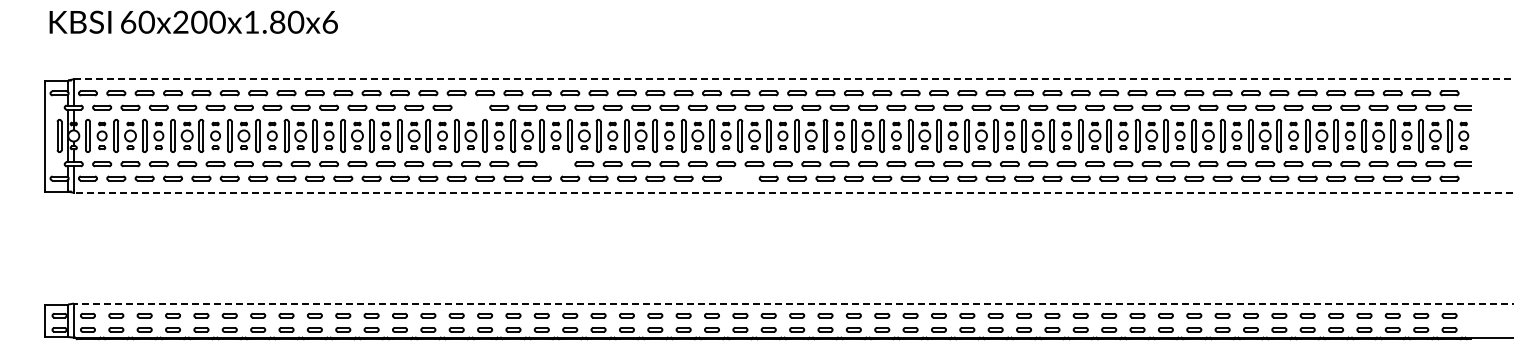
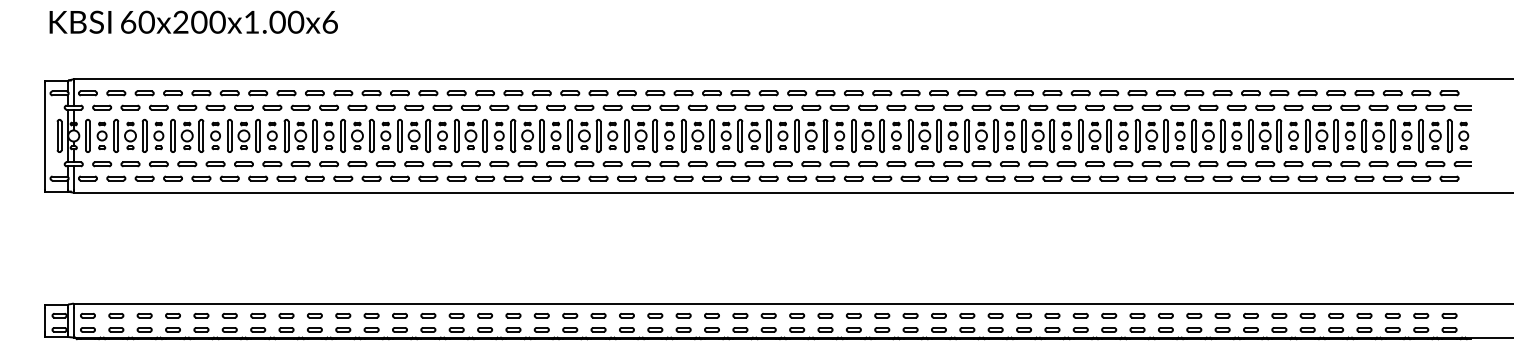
text at (277, 22): 60x200x1.80x6 -> 60x200x1.00x6
line at (793, 79): dashed -> solid
part at (470, 107): none -> present
part at (555, 164): none -> present
part at (740, 178): none -> present
line at (793, 192): dashed -> solid
line at (793, 303): dashed -> solid
